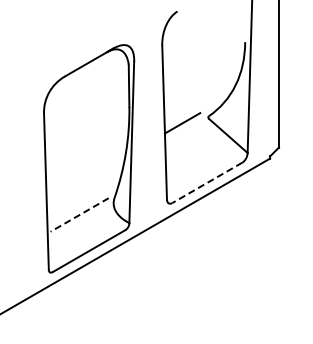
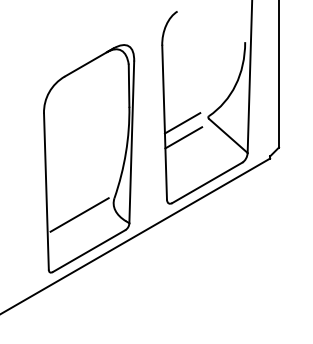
line at (183, 137): none -> present
line at (206, 183): dashed -> solid
line at (79, 214): dashed -> solid
